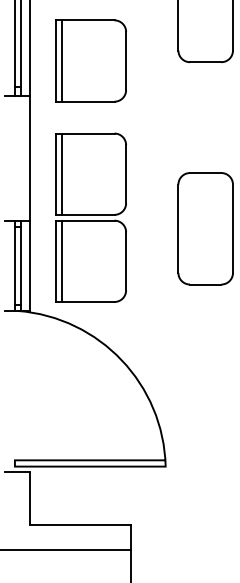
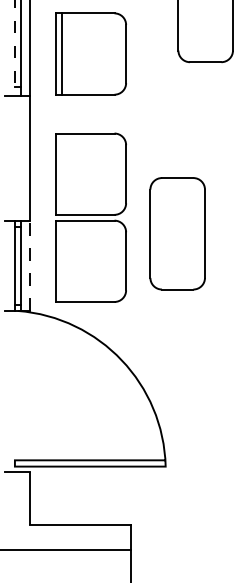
line at (15, 48): solid -> dashed
part at (90, 60) position: (90, 60) -> (90, 53)
line at (62, 173): present -> none
part at (205, 228) position: (205, 228) -> (177, 233)
line at (62, 260): present -> none
line at (30, 266): solid -> dashed
